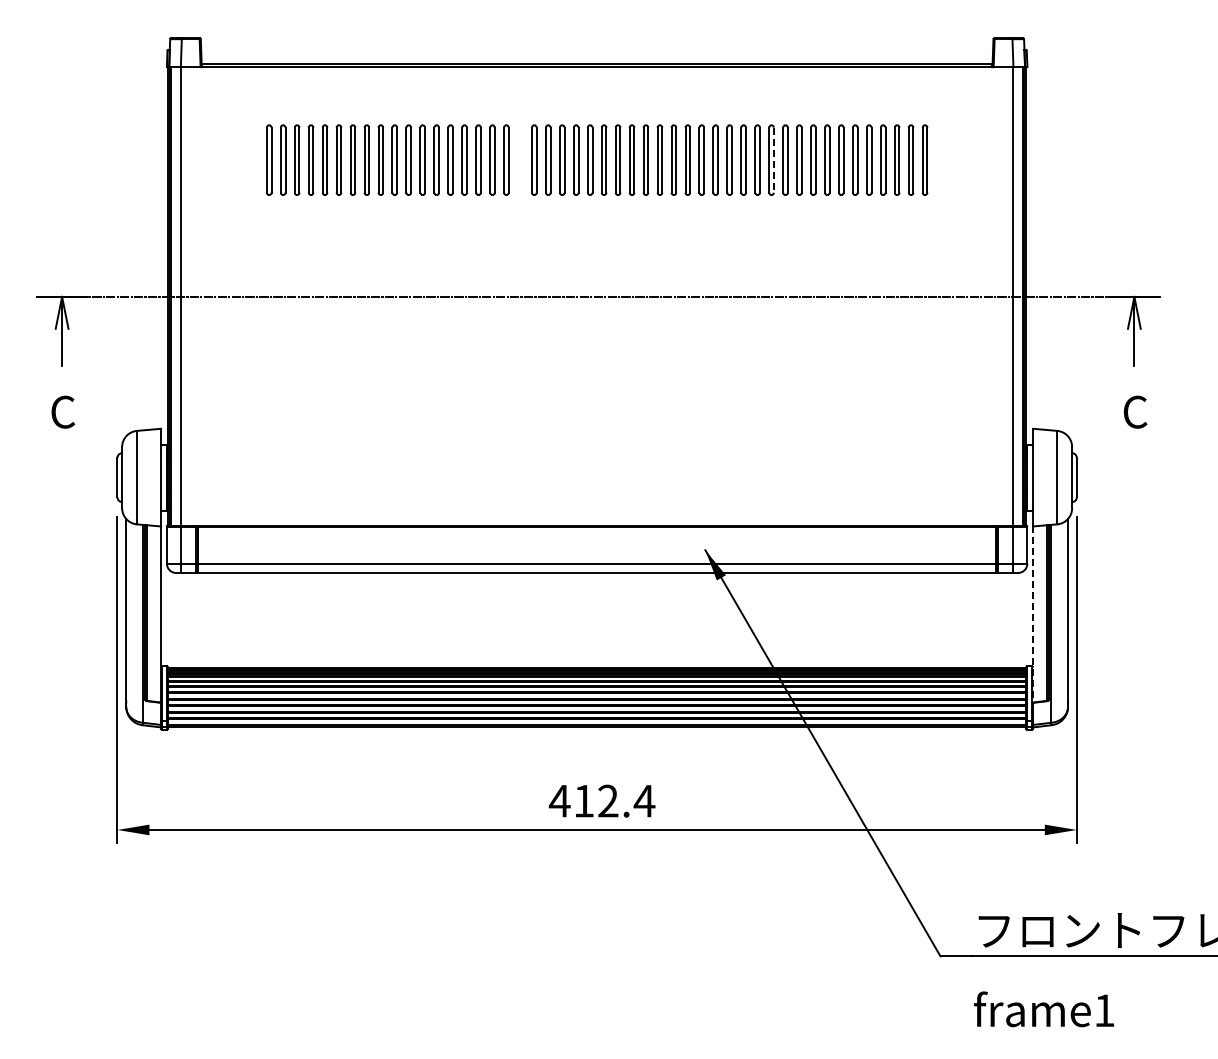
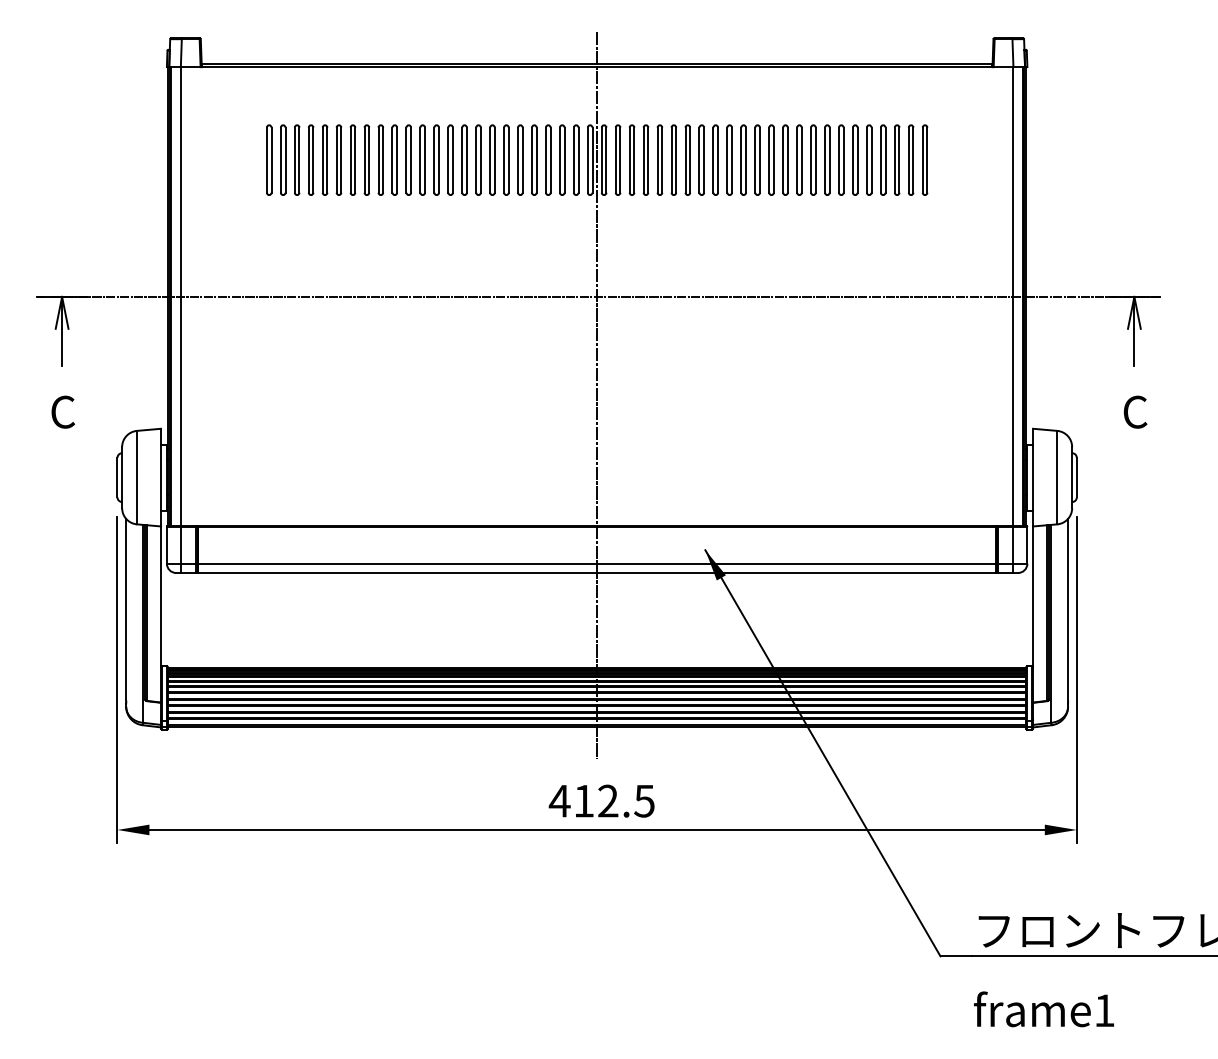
part at (520, 159): none -> present
line at (773, 160): dashed -> solid
line at (597, 395): none -> present
line at (1033, 615): dashed -> solid
text at (644, 801): 412.4 -> 412.5
